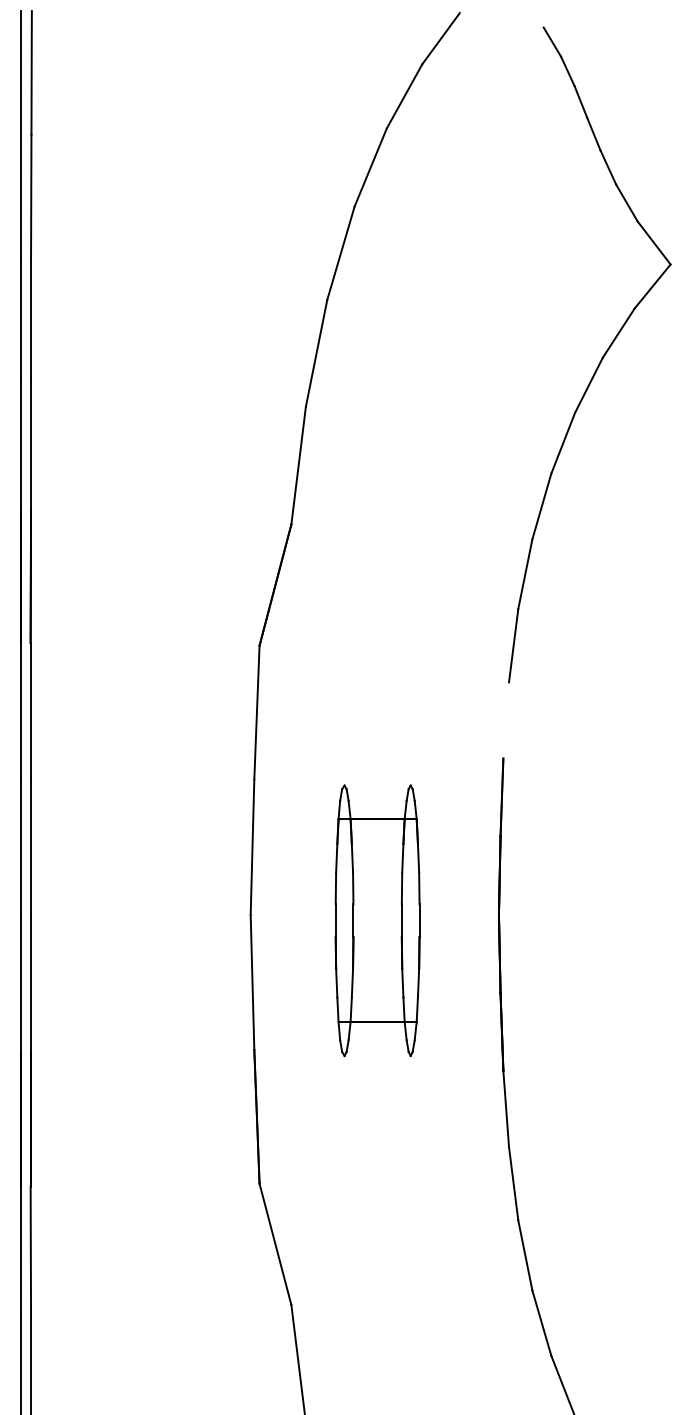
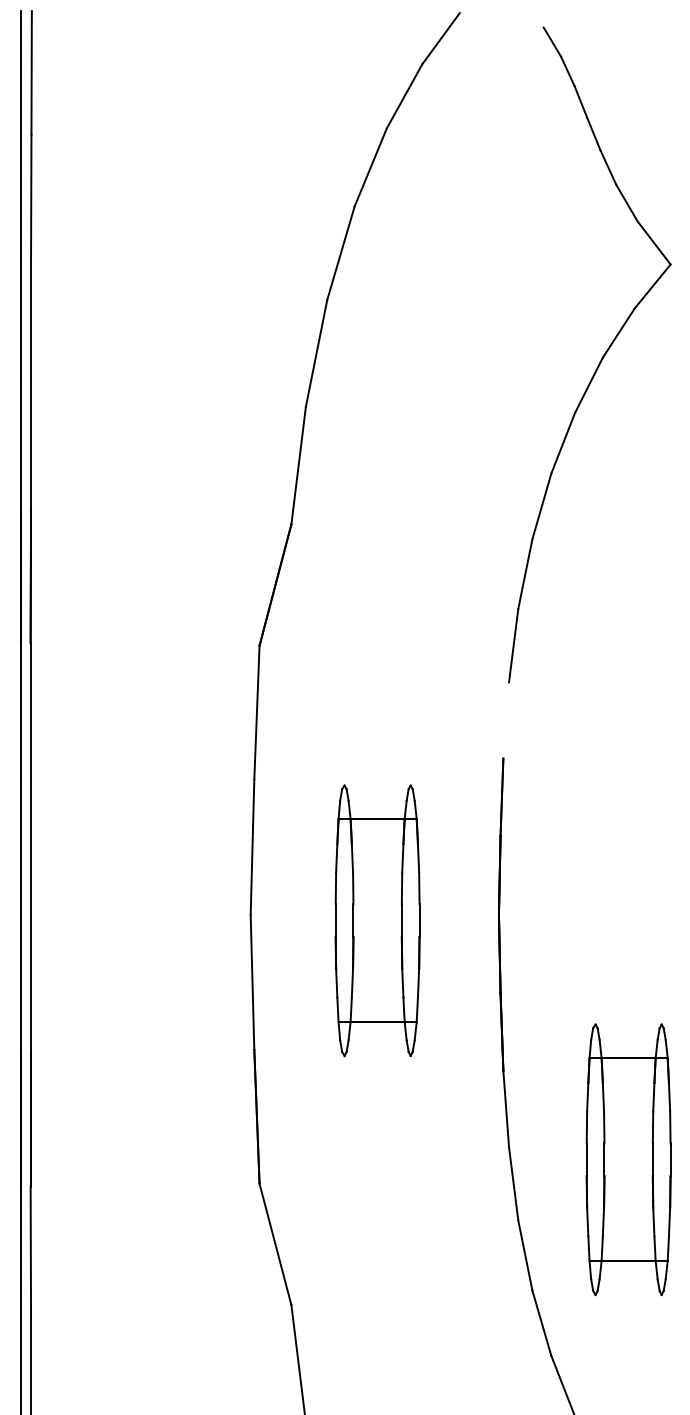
part at (628, 1159): none -> present
